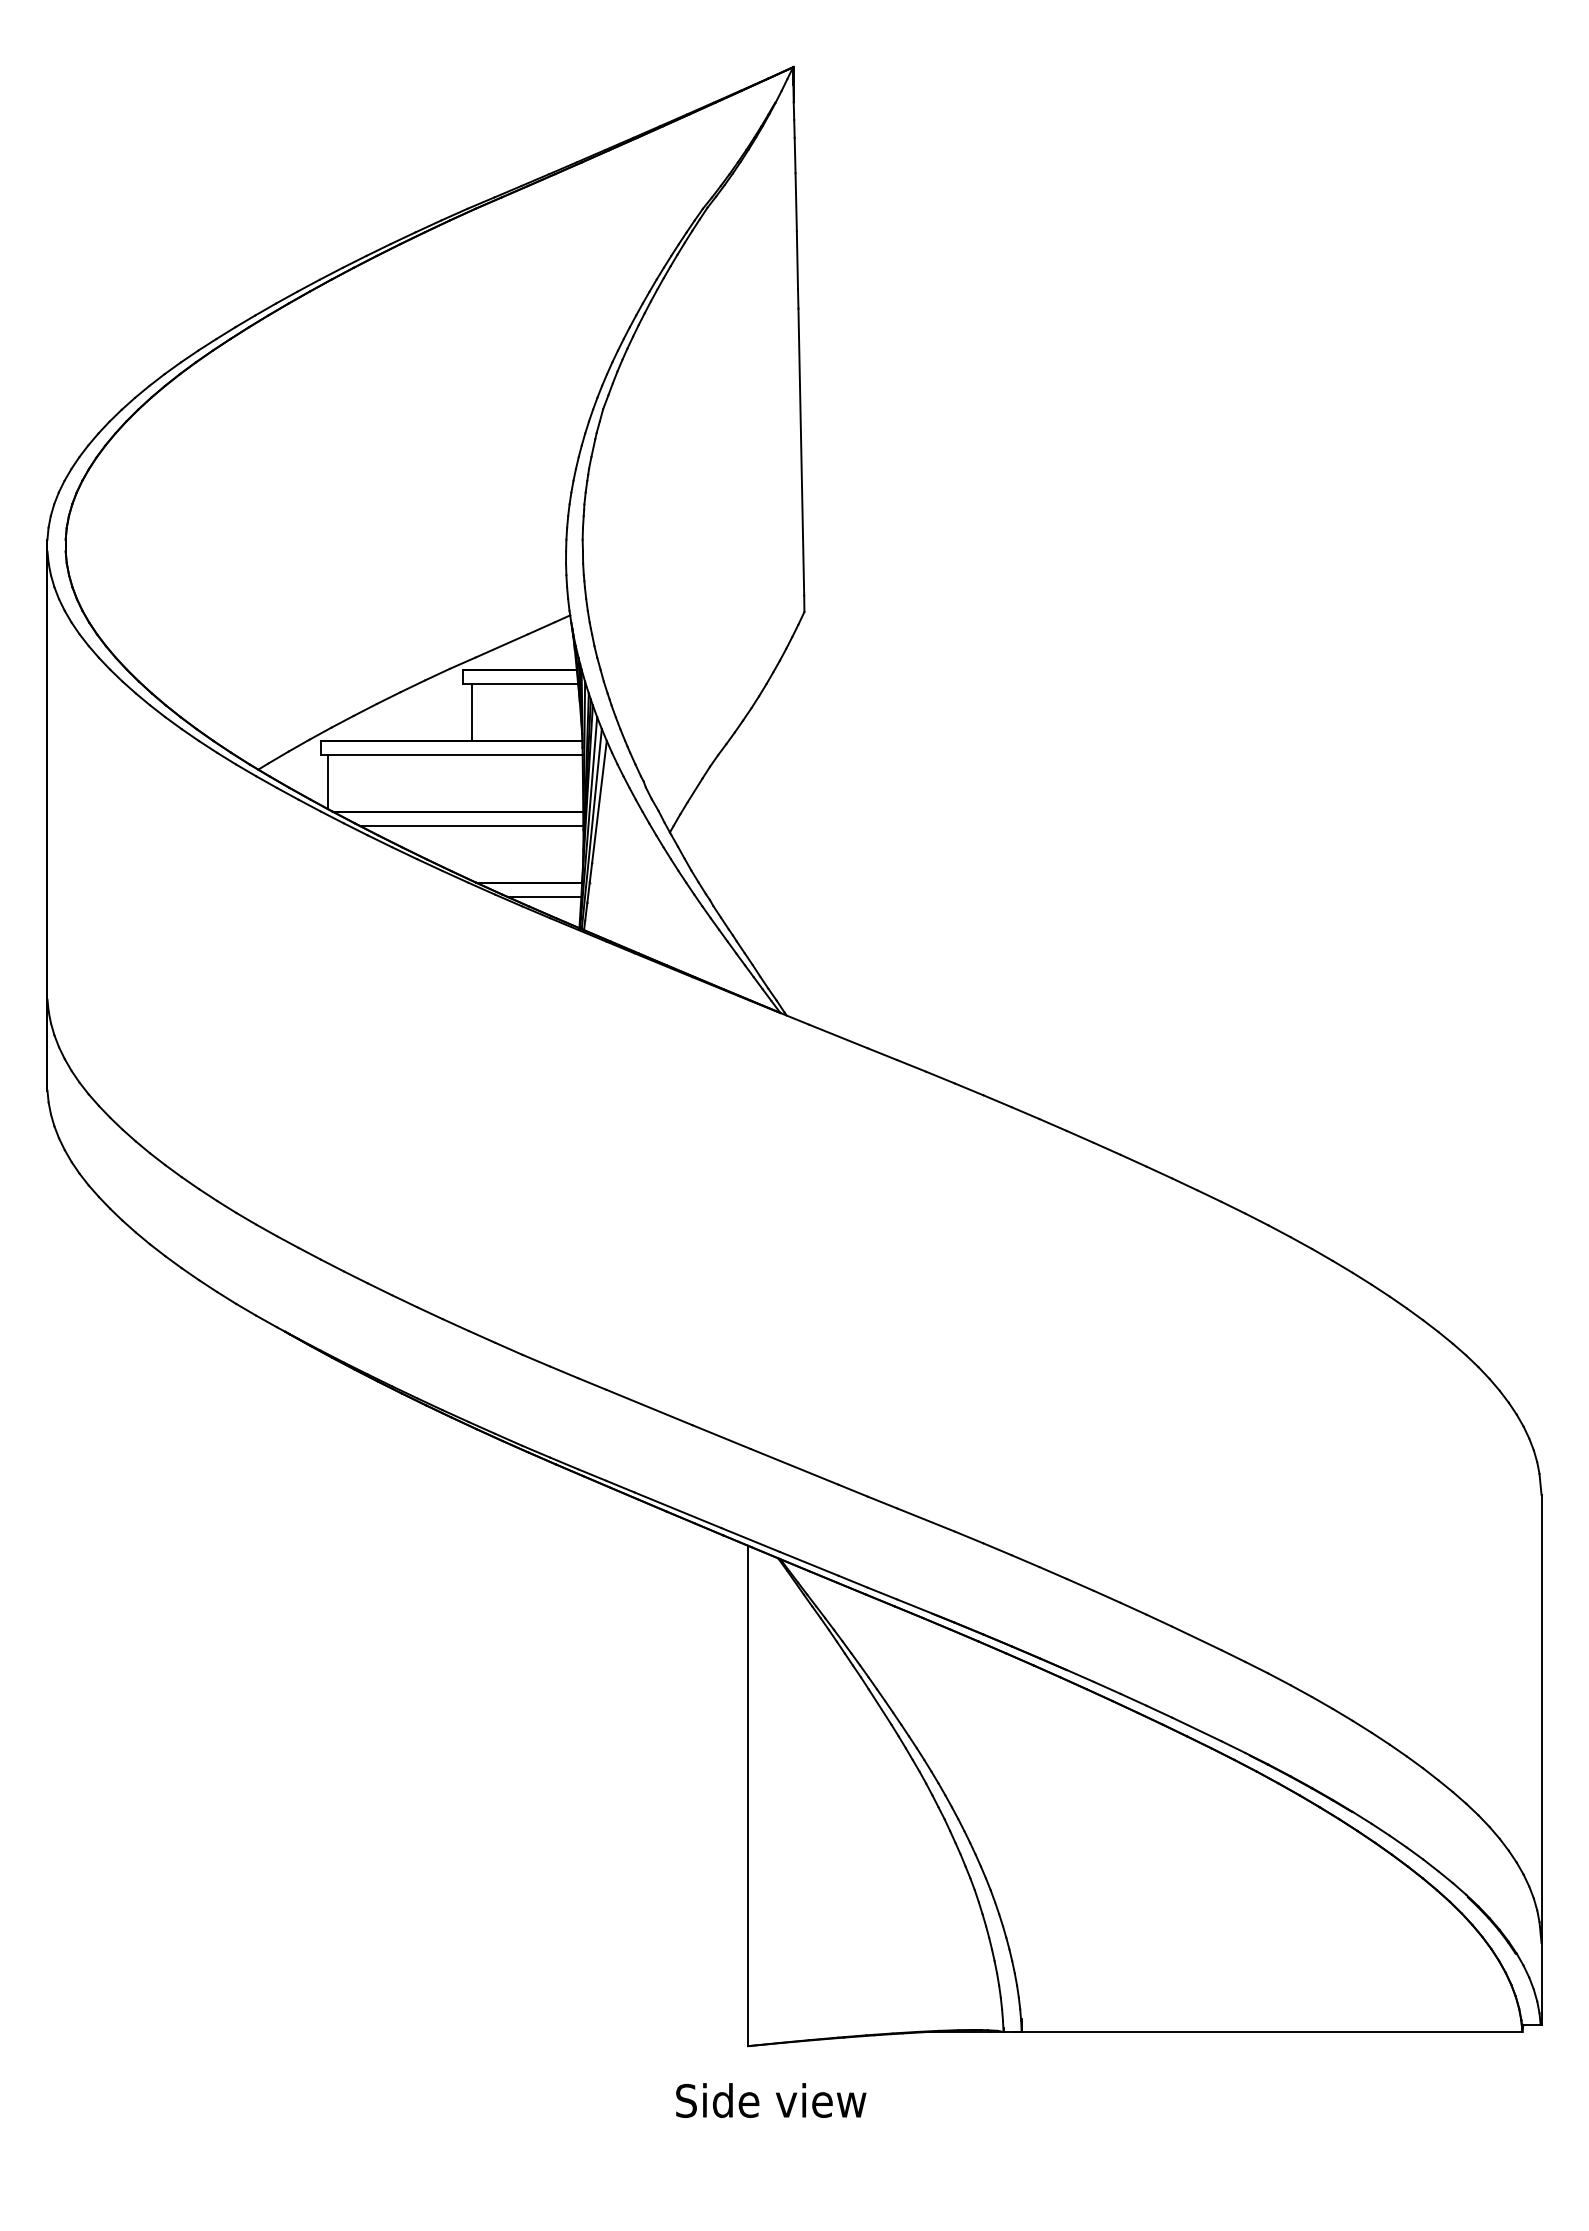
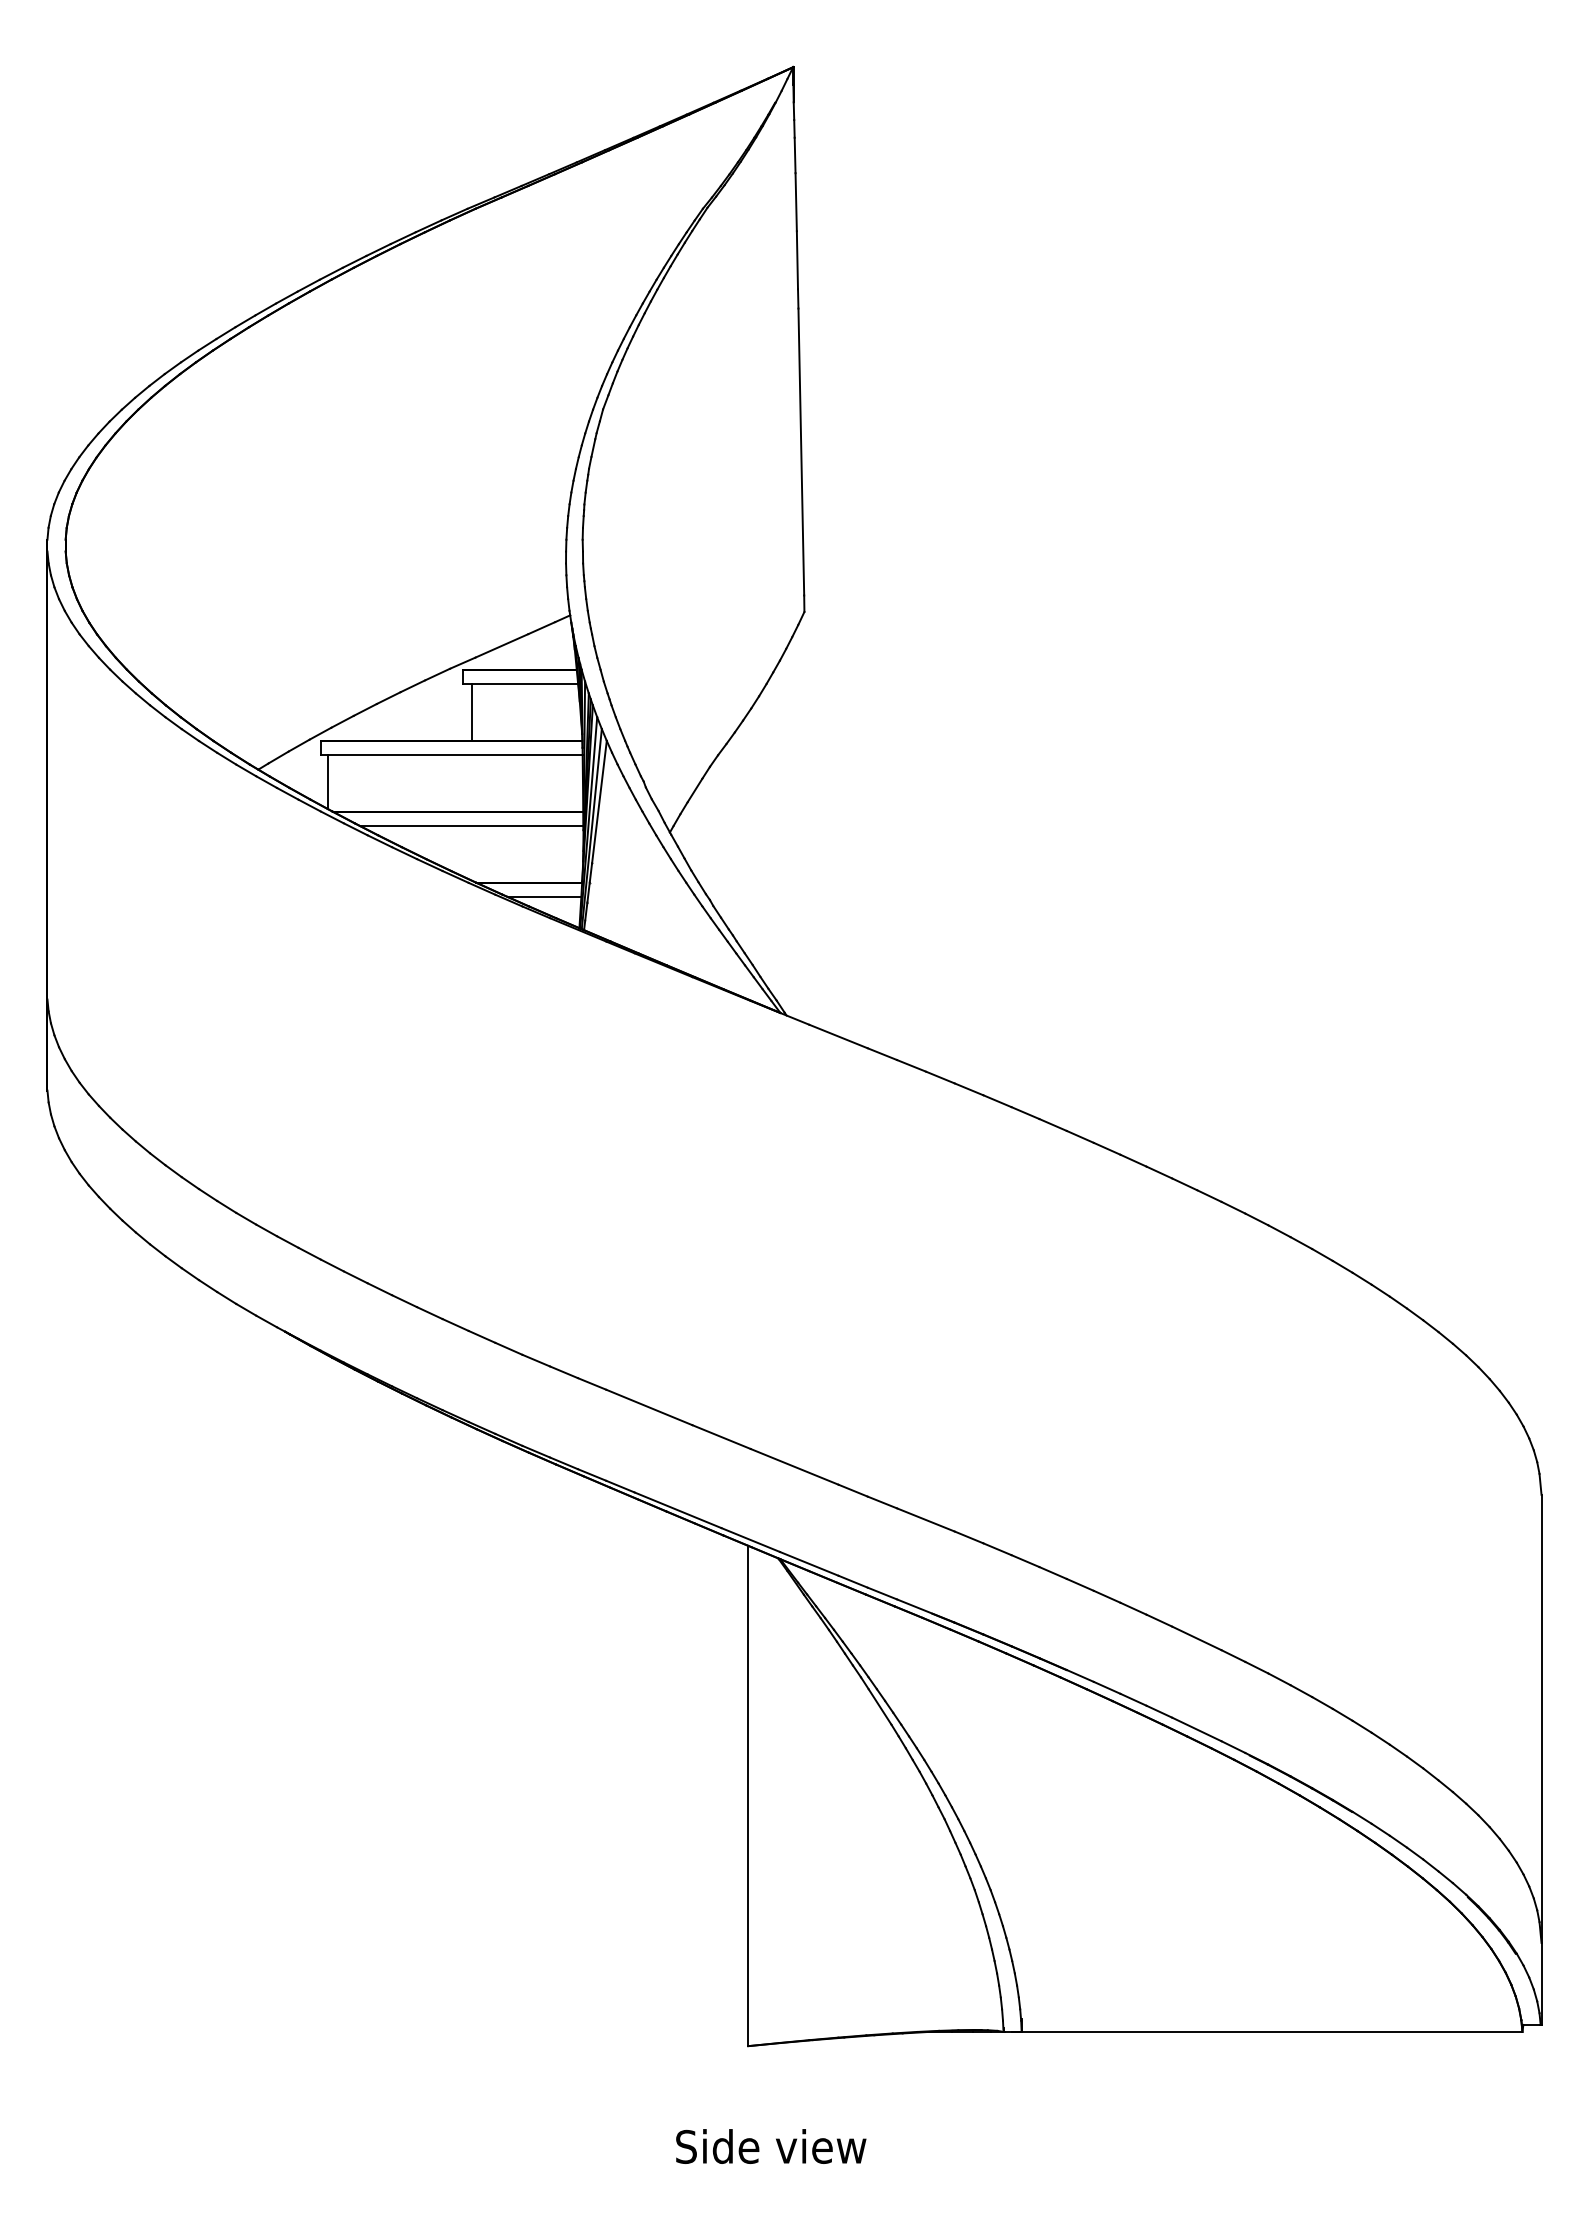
text at (771, 2100) position: (771, 2100) -> (771, 2146)
